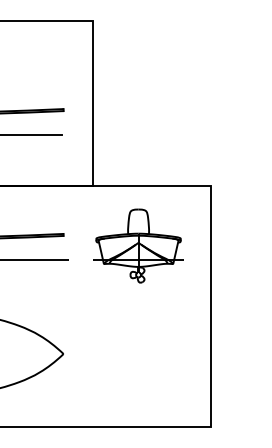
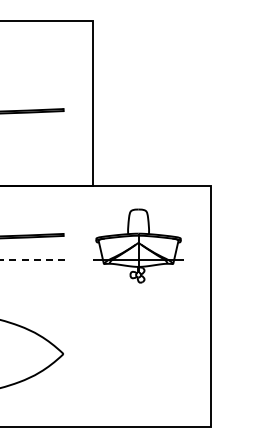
line at (31, 134): present -> none
line at (34, 259): solid -> dashed
